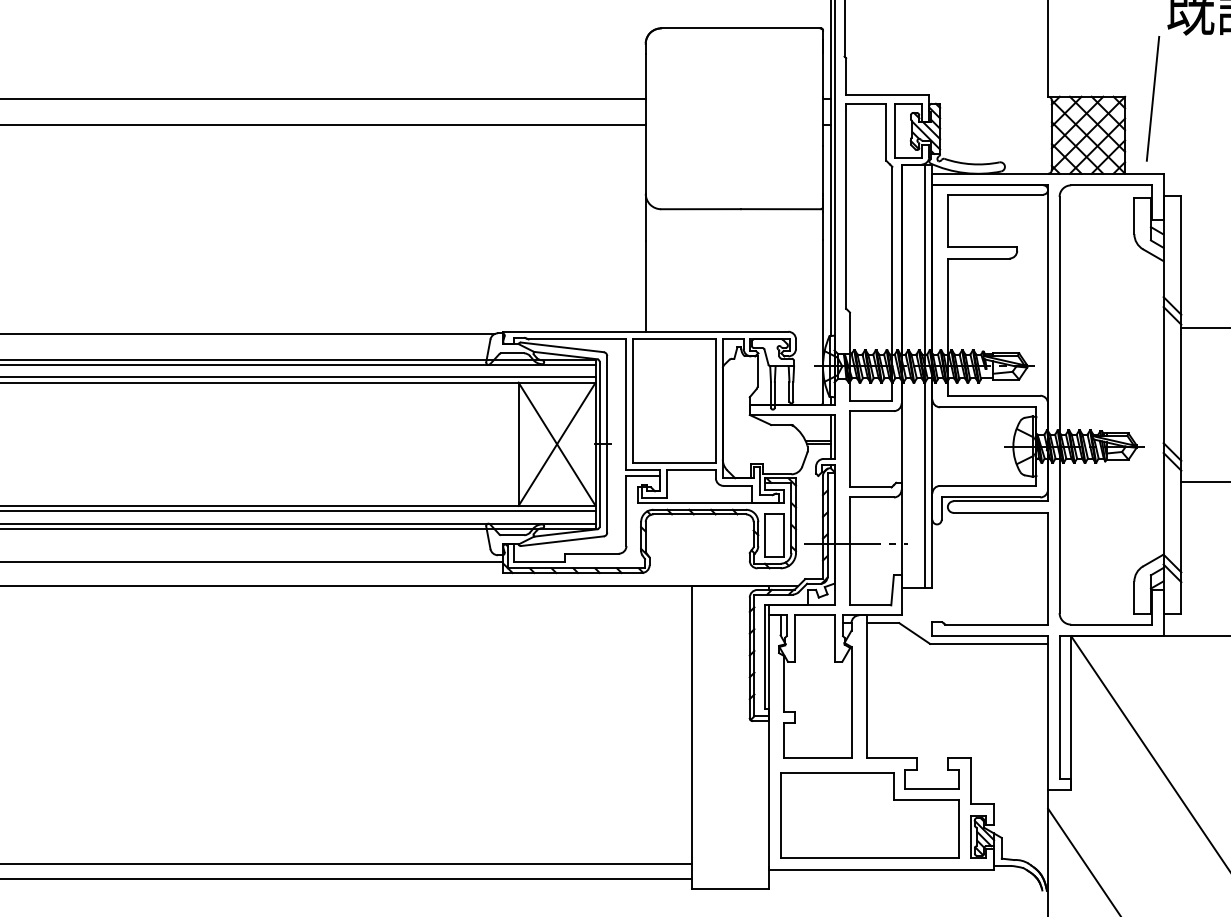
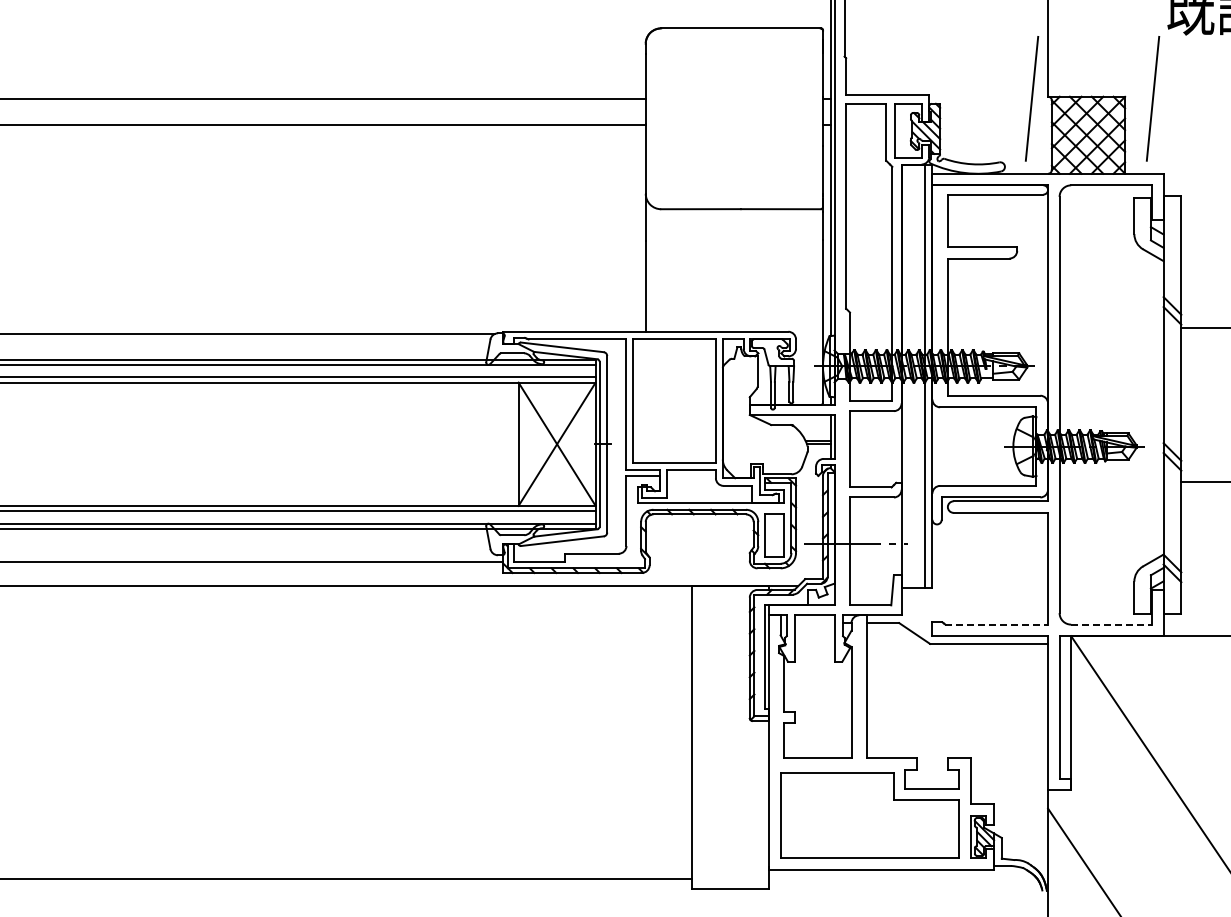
line at (1032, 98): none -> present
line at (997, 624): solid -> dashed
line at (1112, 624): solid -> dashed
line at (347, 863): present -> none
